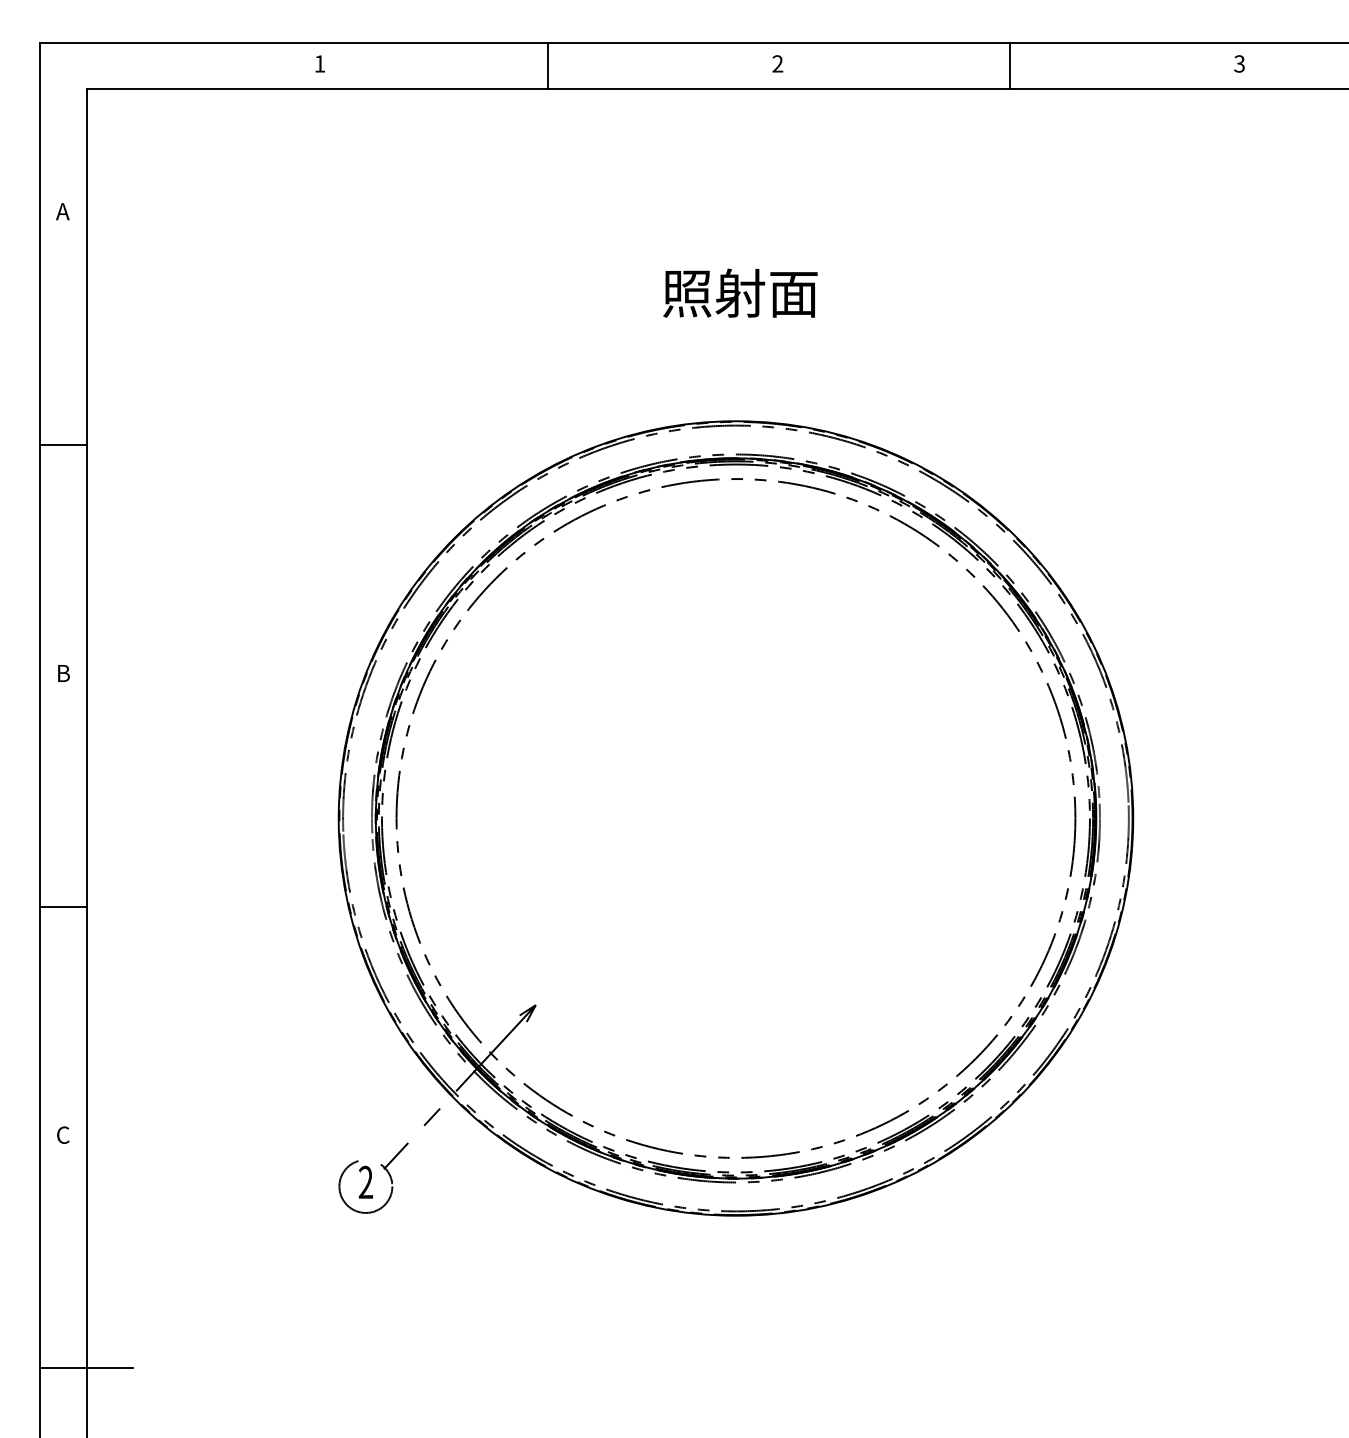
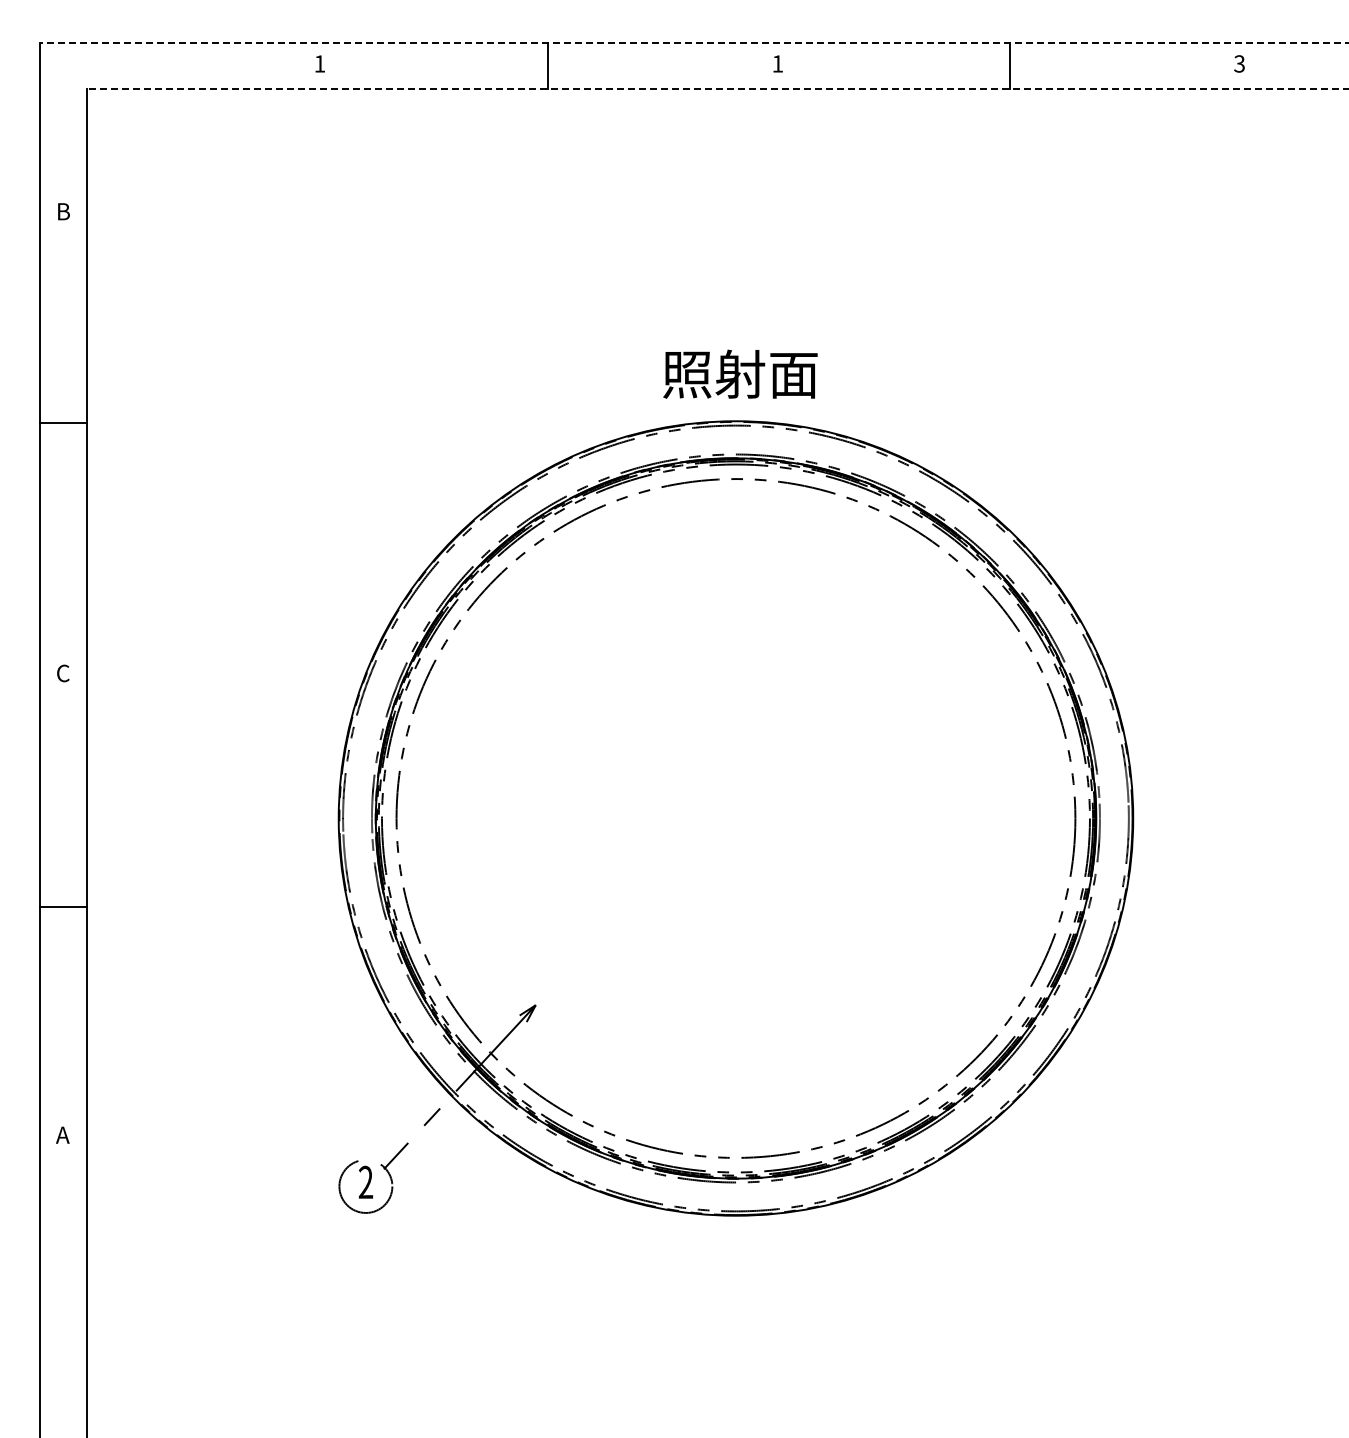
line at (694, 43): solid -> dashed
text at (777, 63): 2 -> 1
line at (717, 89): solid -> dashed
text at (62, 211): A -> B
text at (740, 292) position: (740, 292) -> (740, 373)
line at (63, 444) position: (63, 444) -> (63, 422)
text at (63, 673): B -> C
text at (62, 1134): C -> A
line at (86, 1368): present -> none
